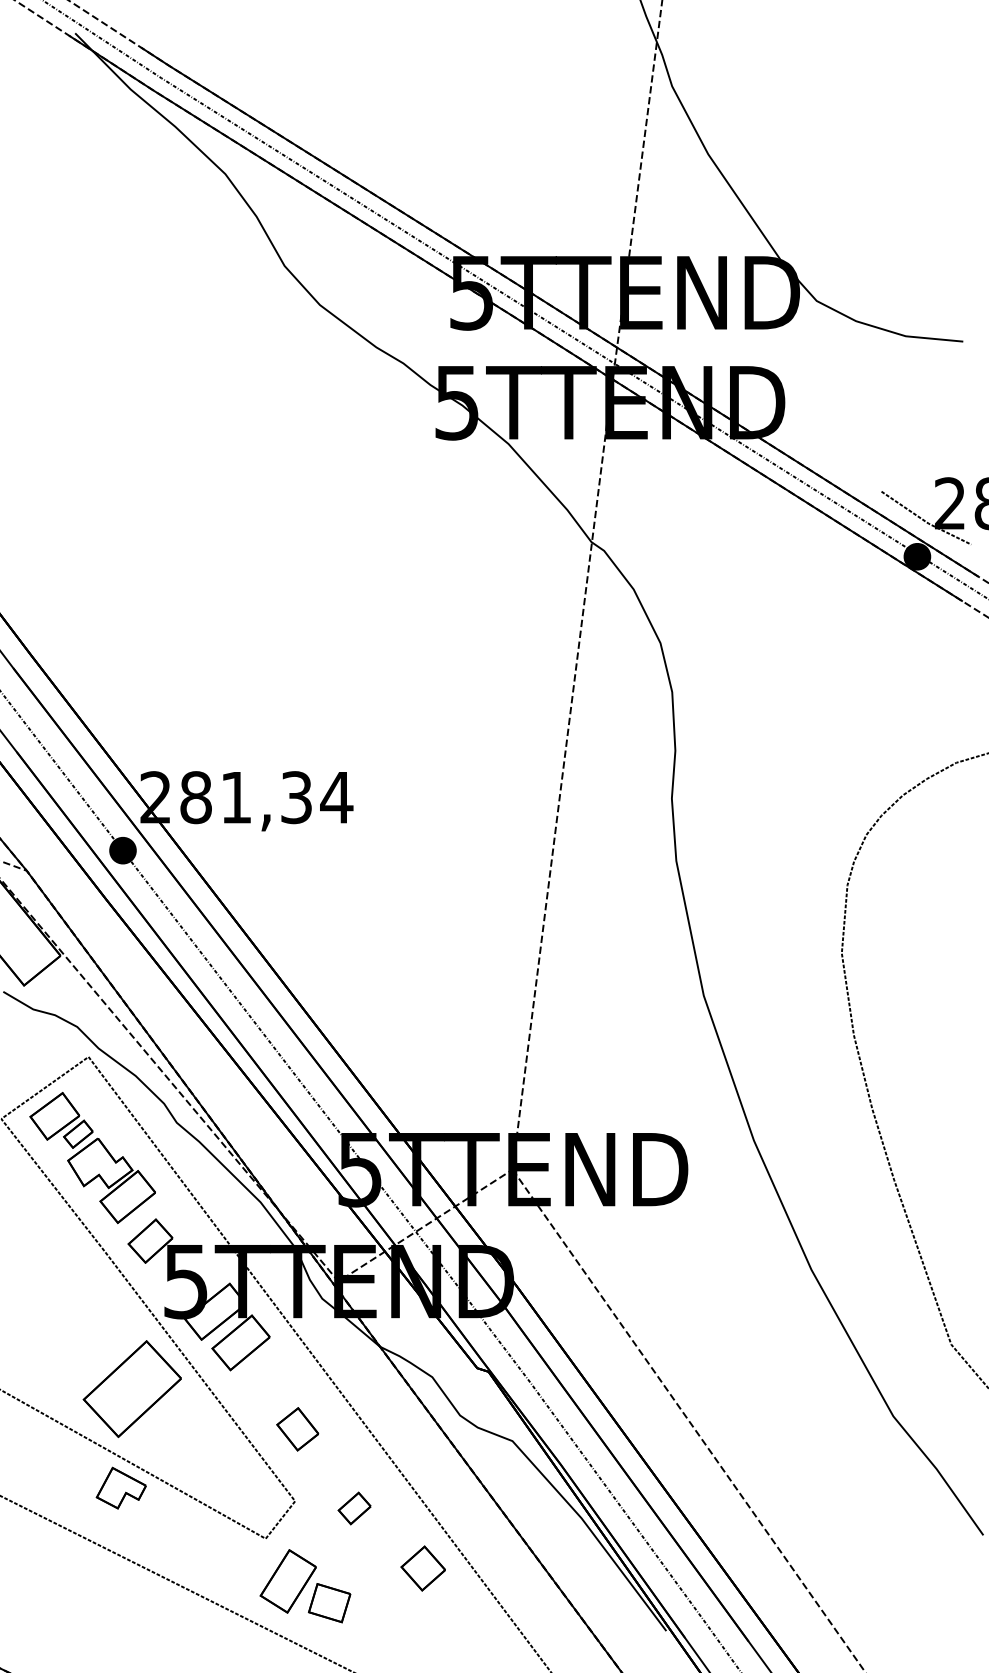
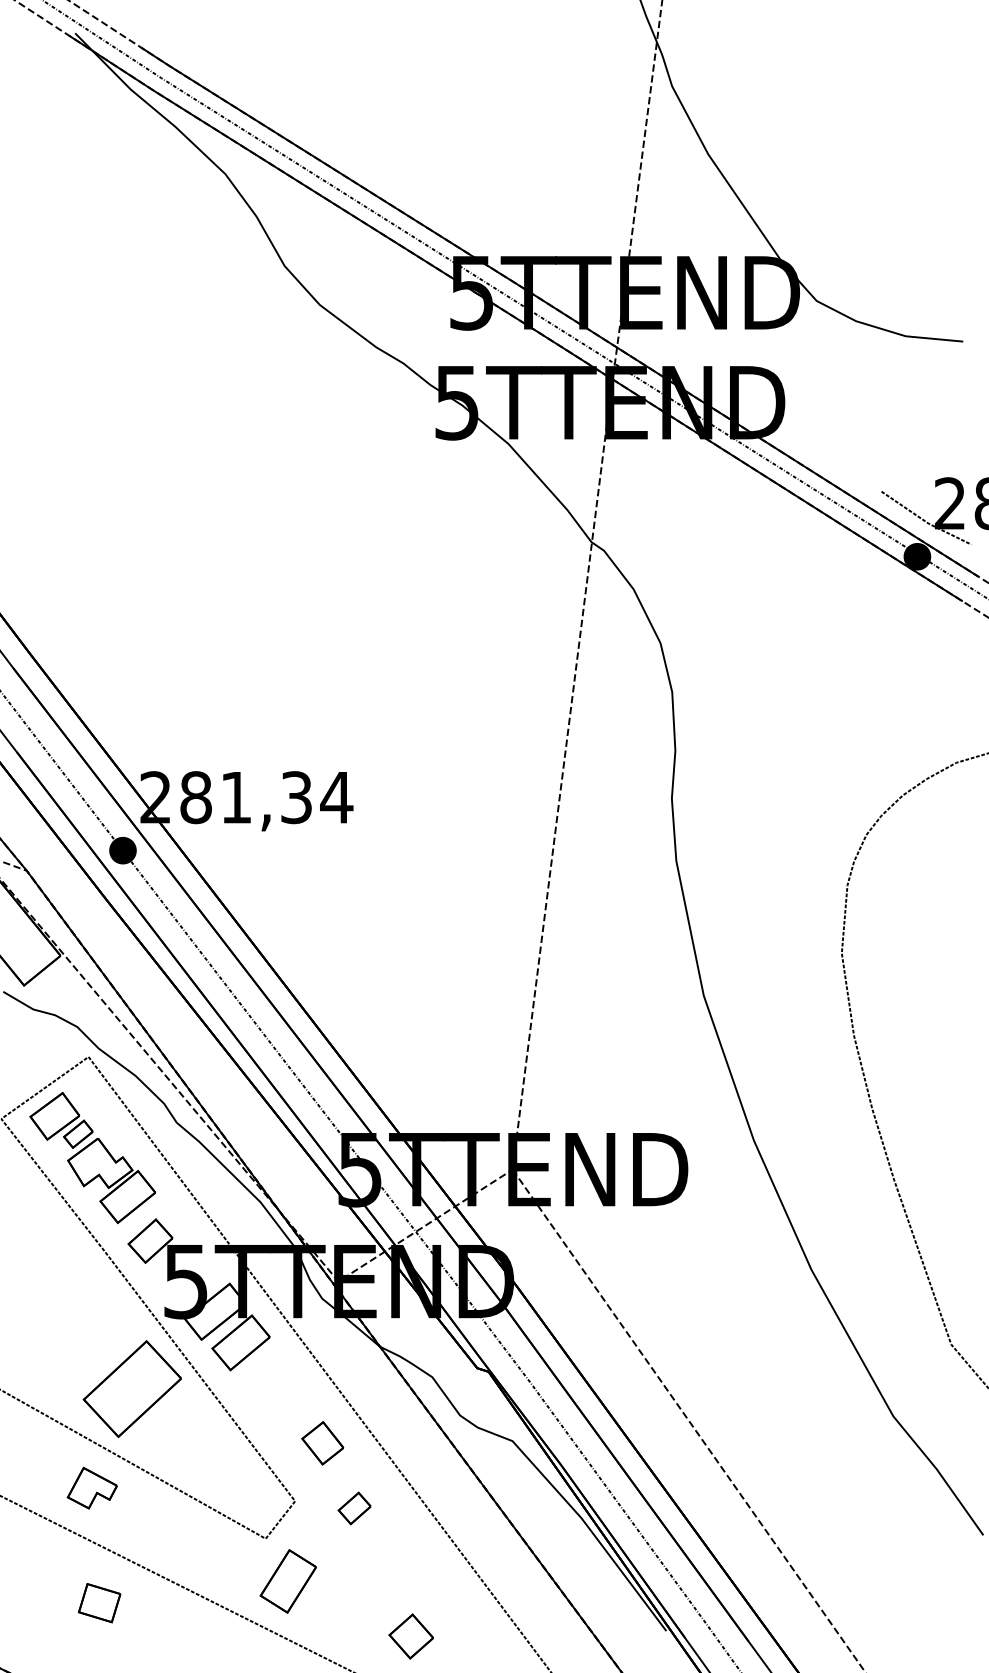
part at (297, 1429) position: (297, 1429) -> (322, 1443)
part at (120, 1487) position: (120, 1487) -> (91, 1487)
part at (422, 1568) position: (422, 1568) -> (410, 1636)
part at (329, 1603) position: (329, 1603) -> (99, 1603)
